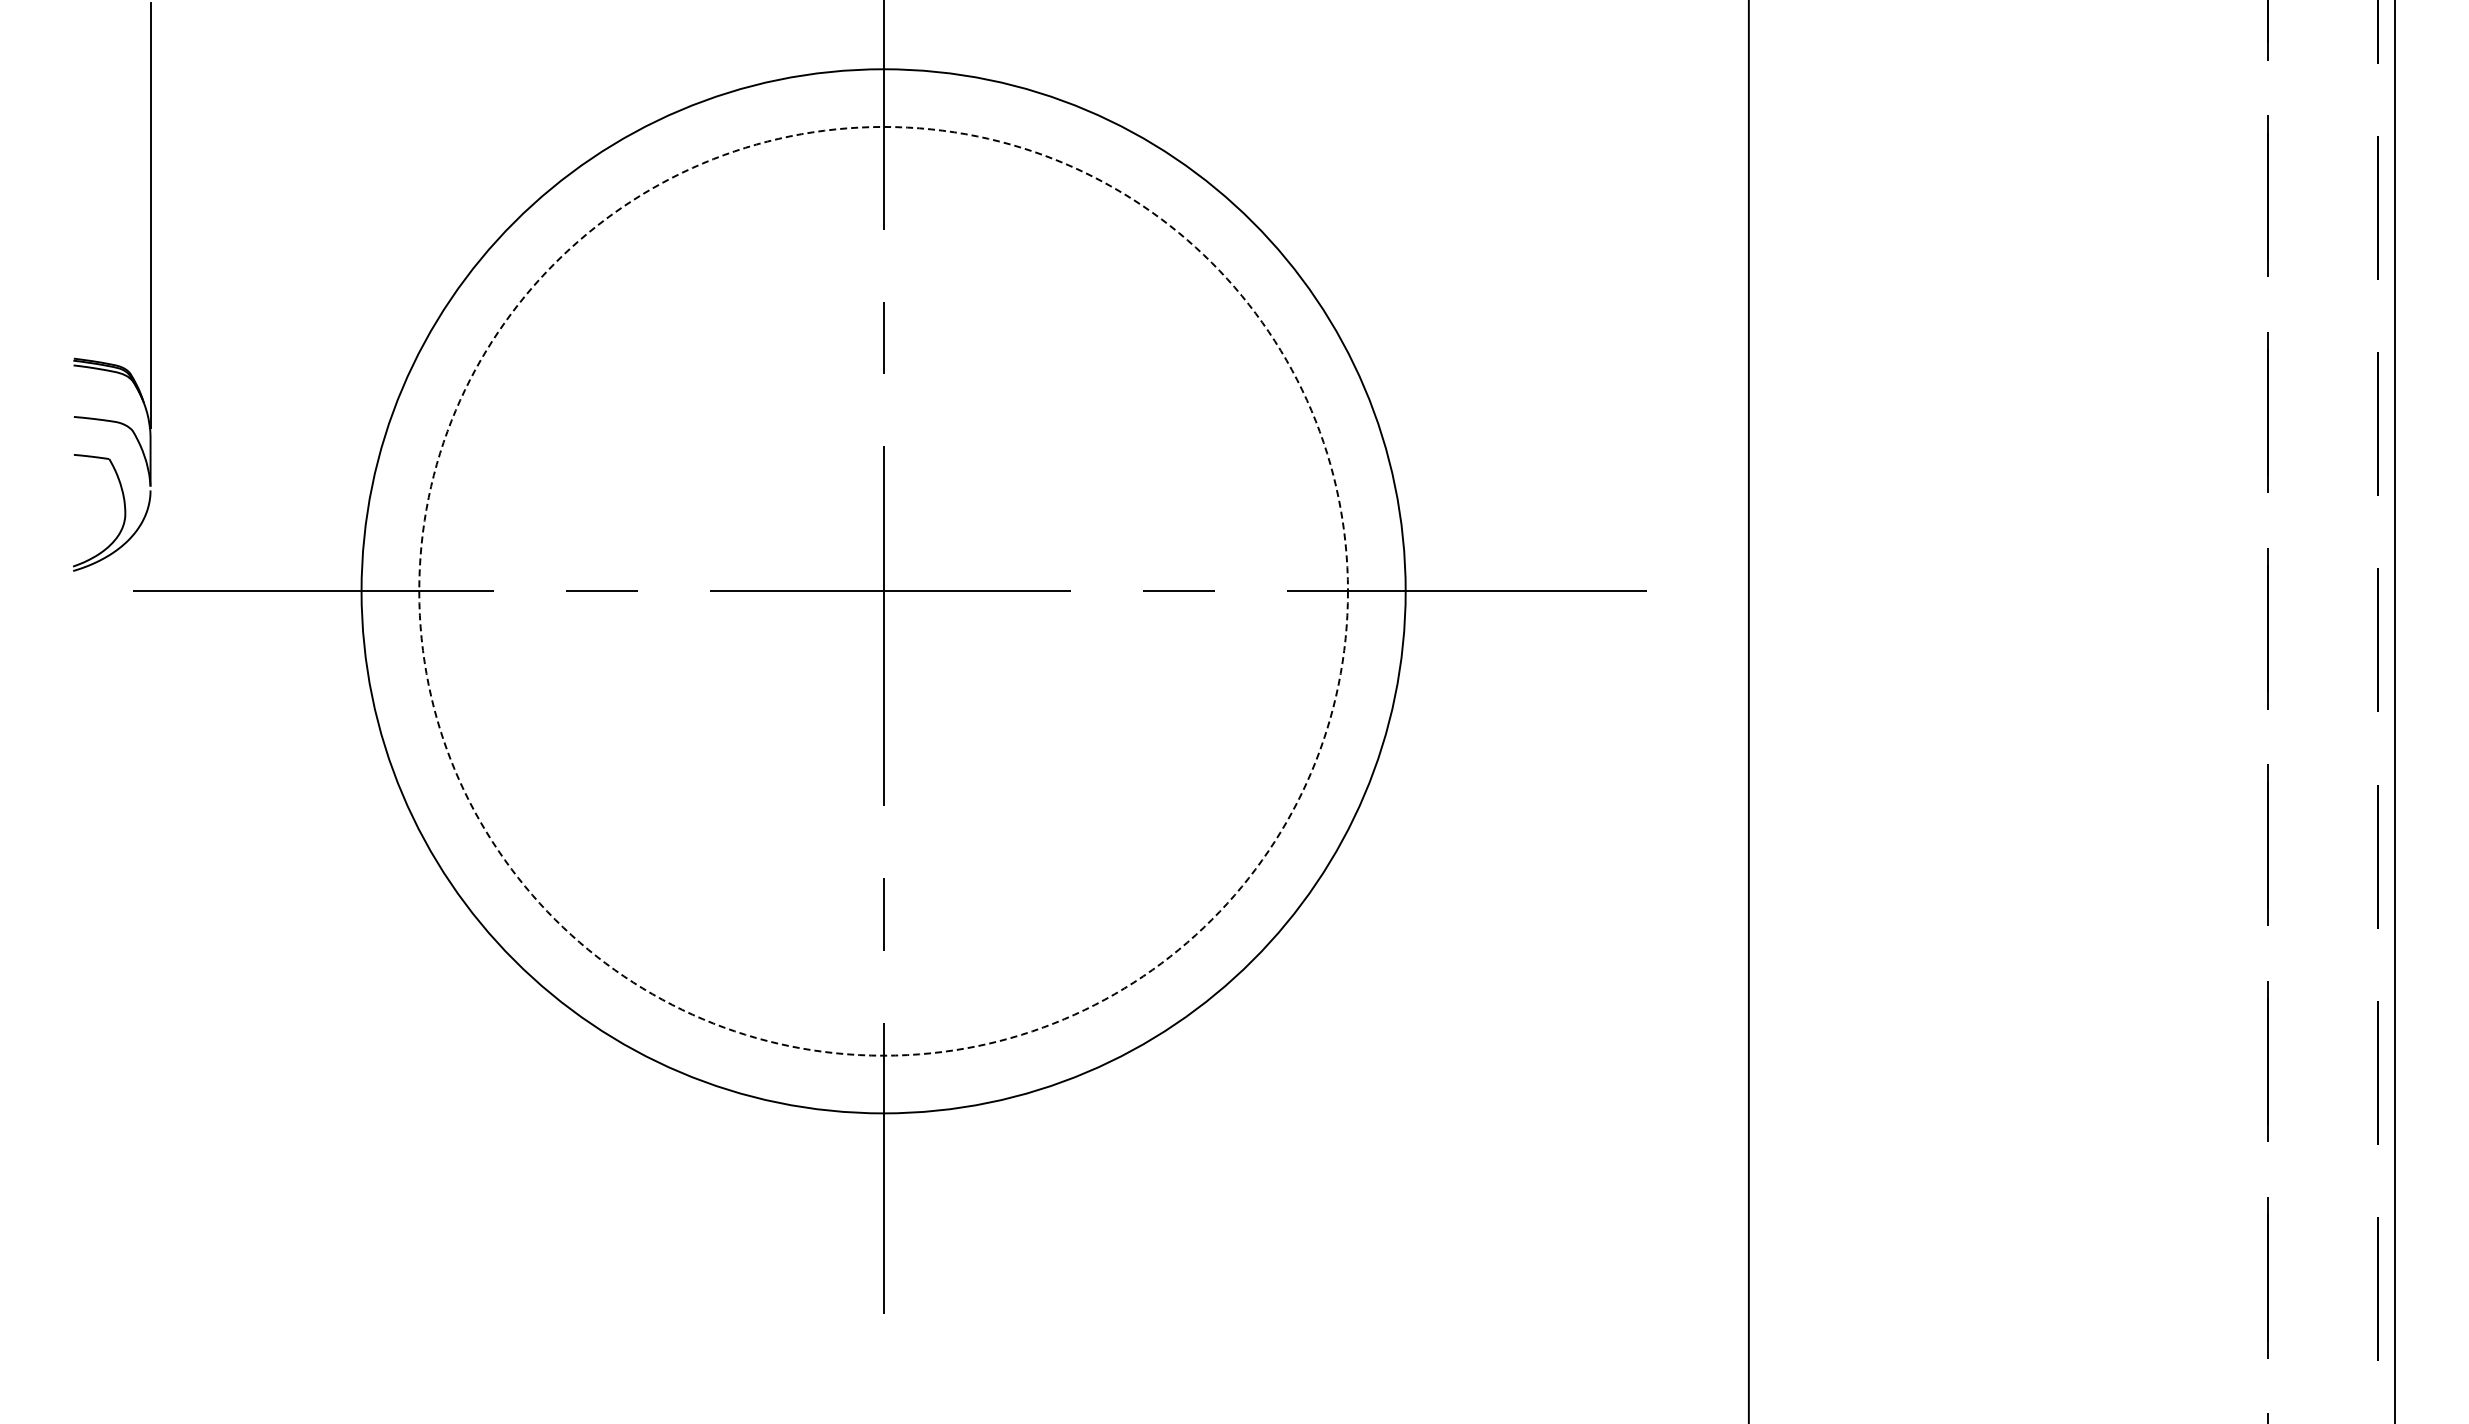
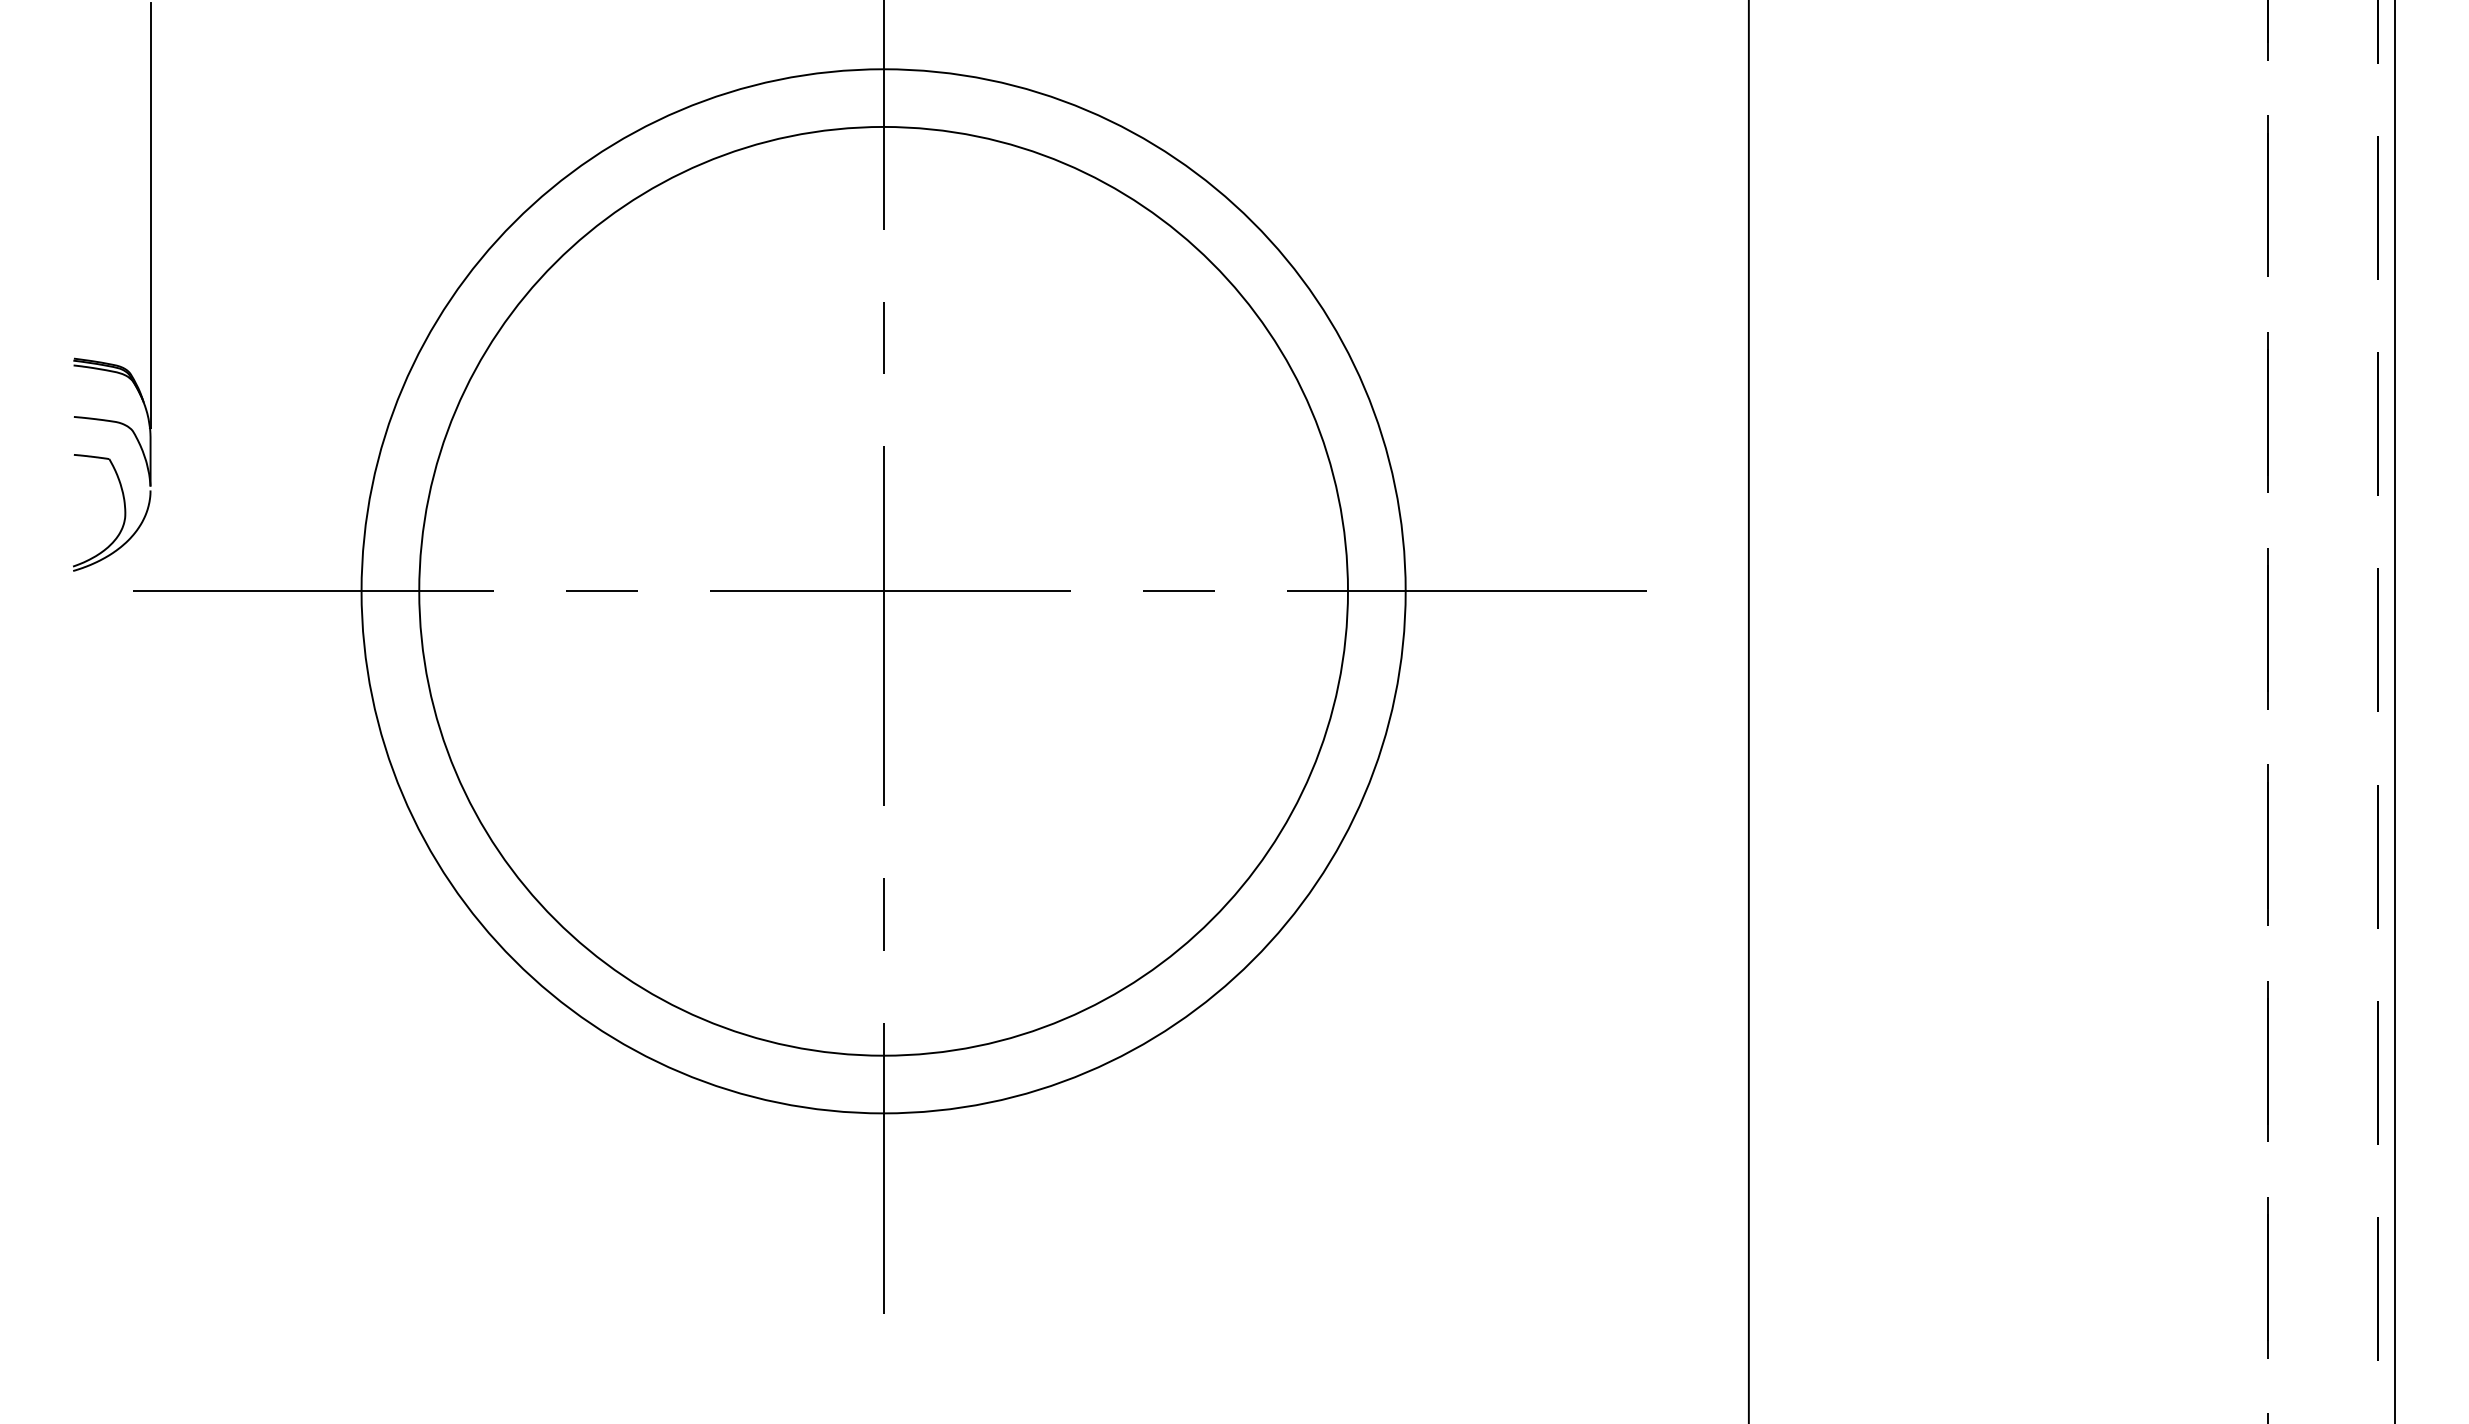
circle at (883, 590): dashed -> solid
